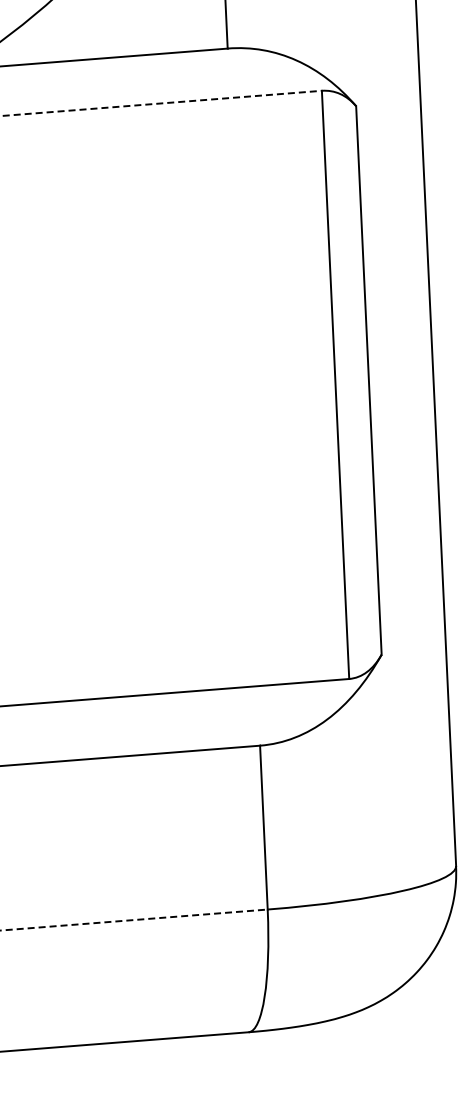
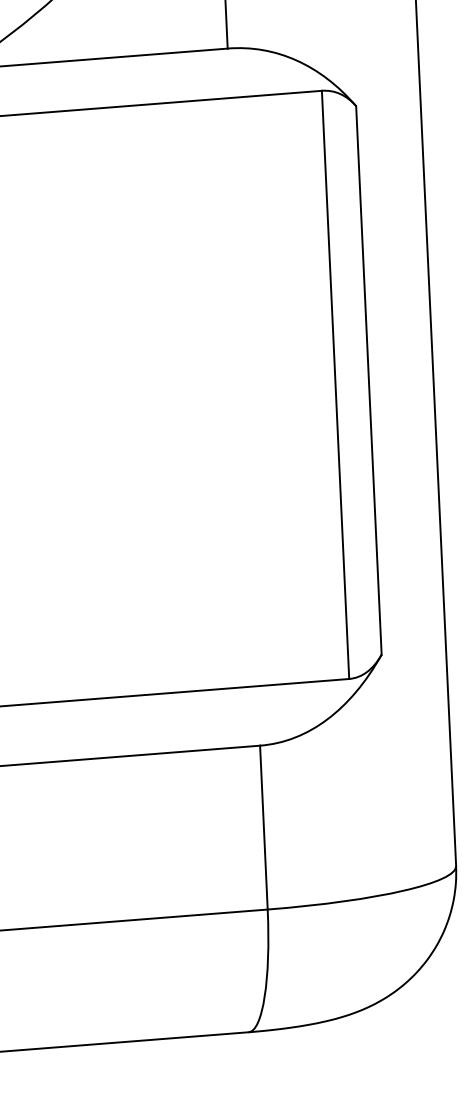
line at (161, 103): dashed -> solid
line at (134, 920): dashed -> solid
